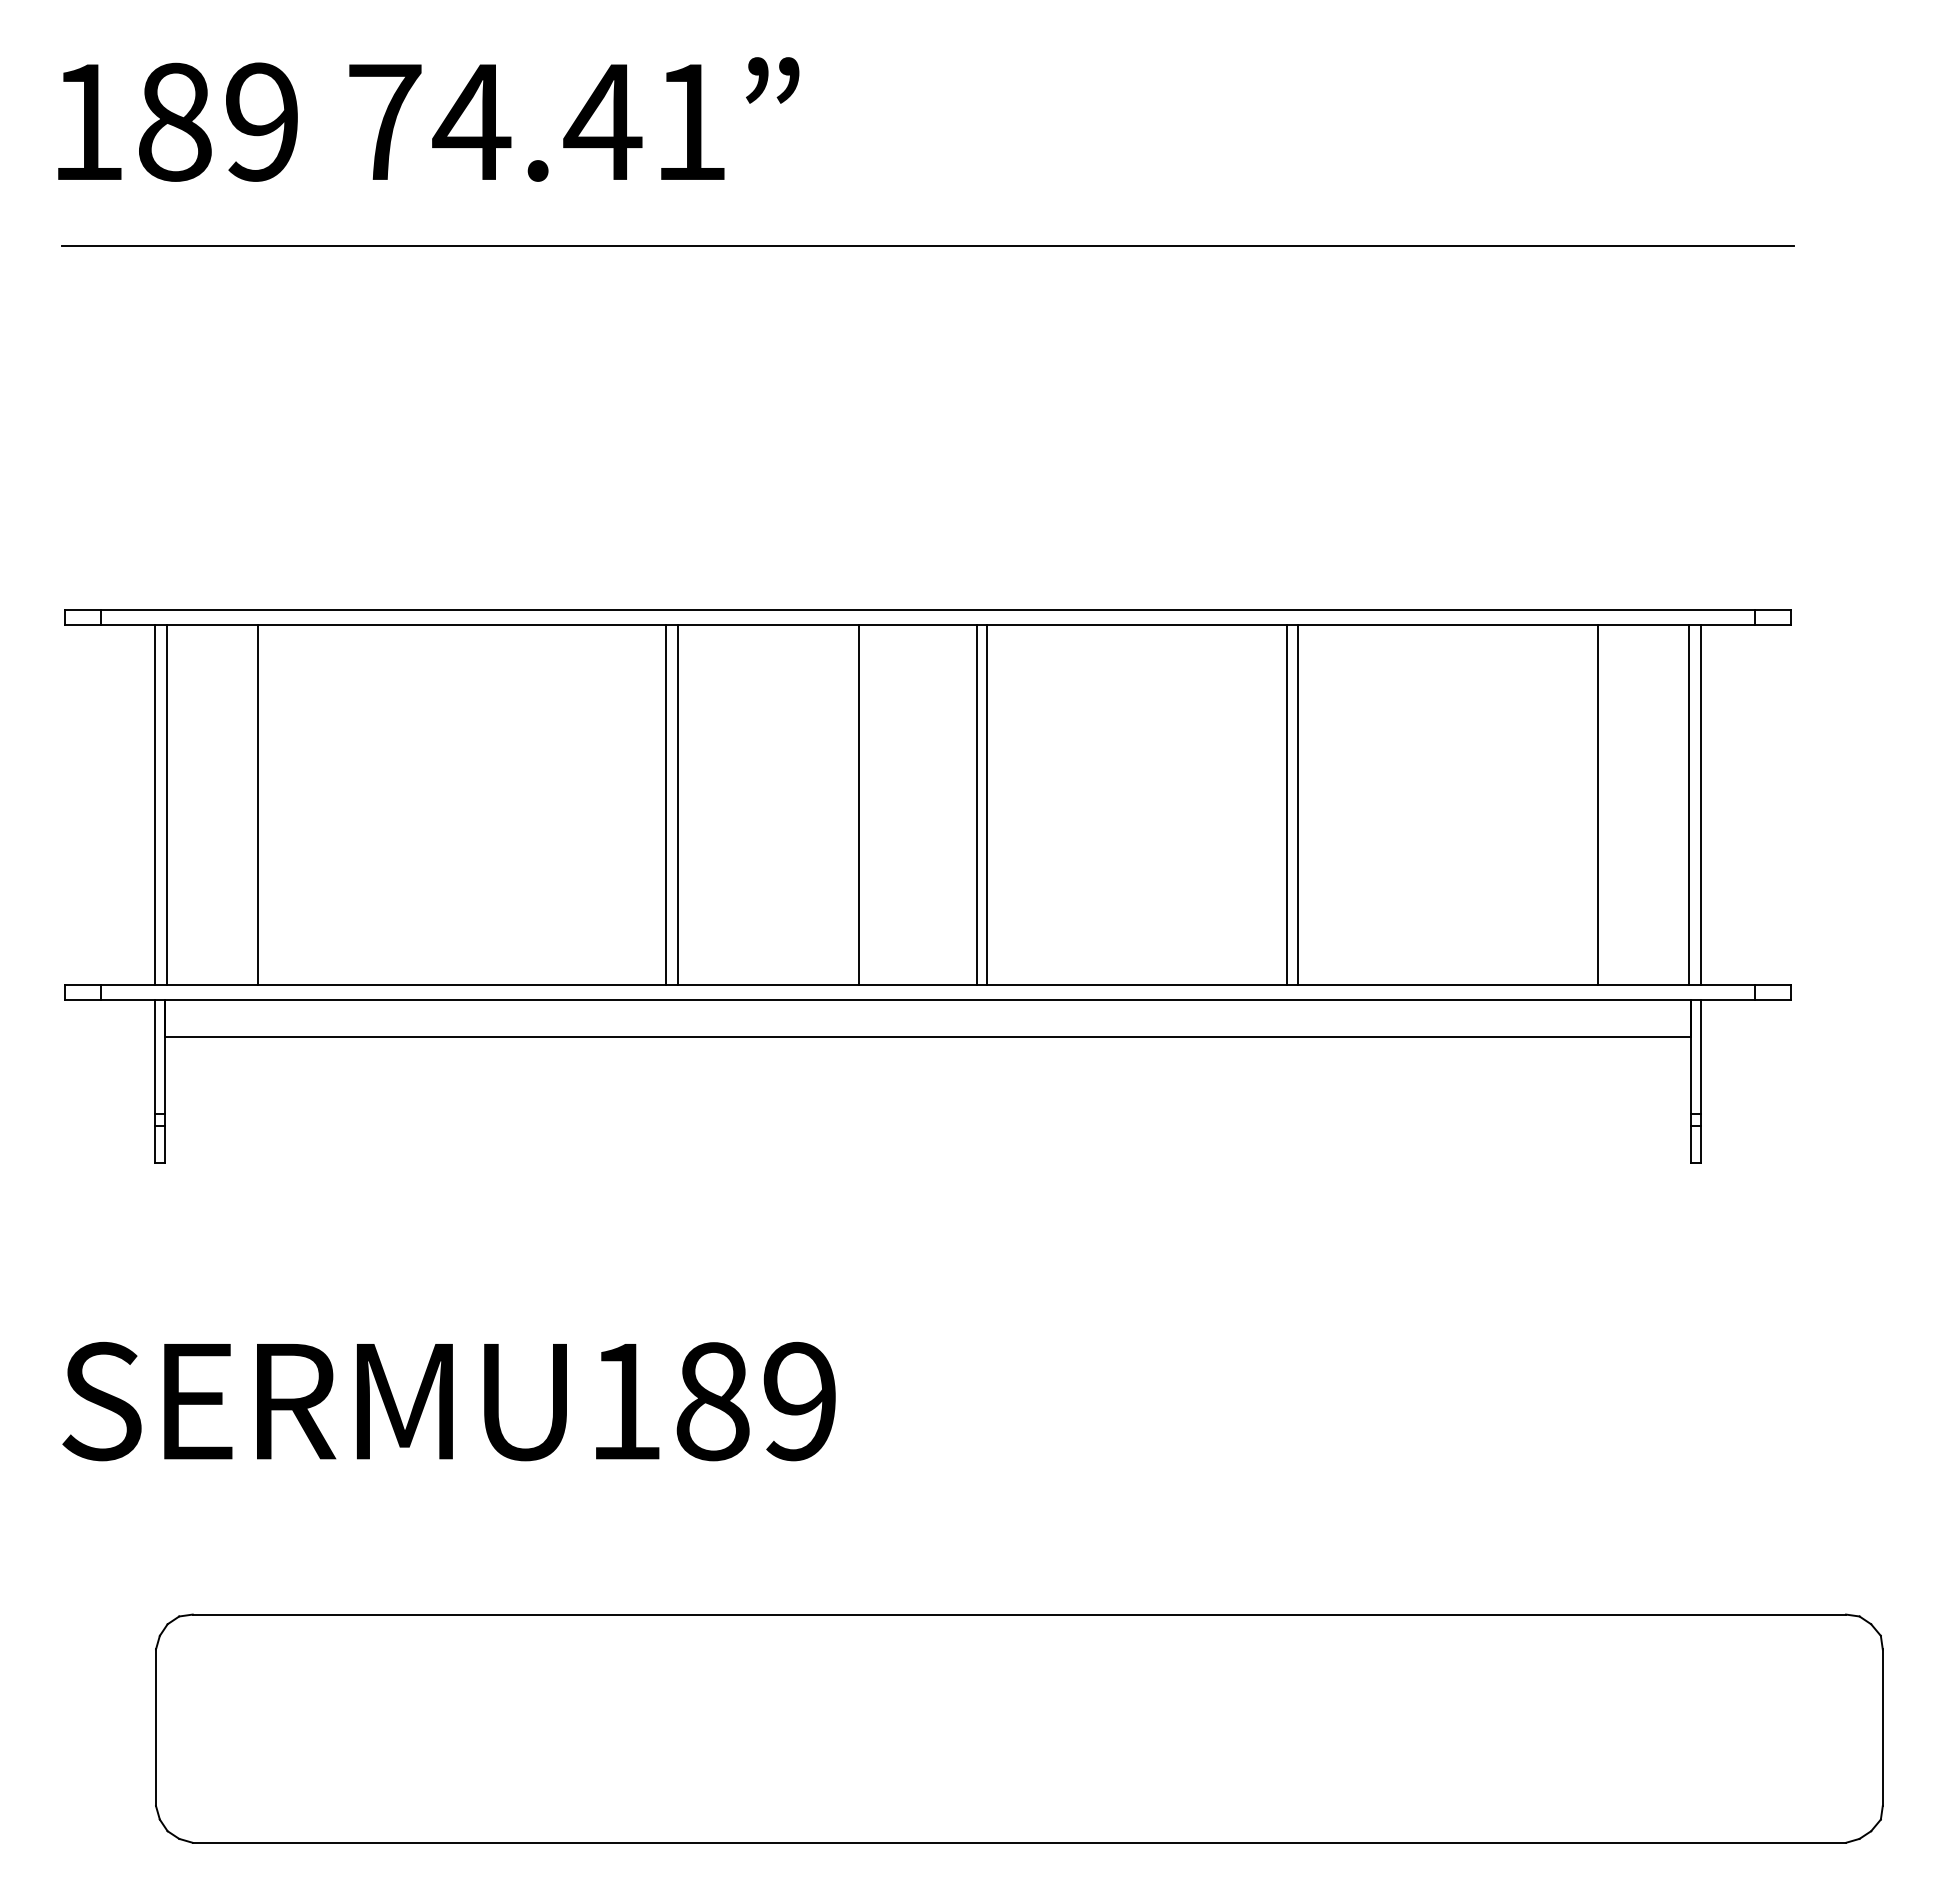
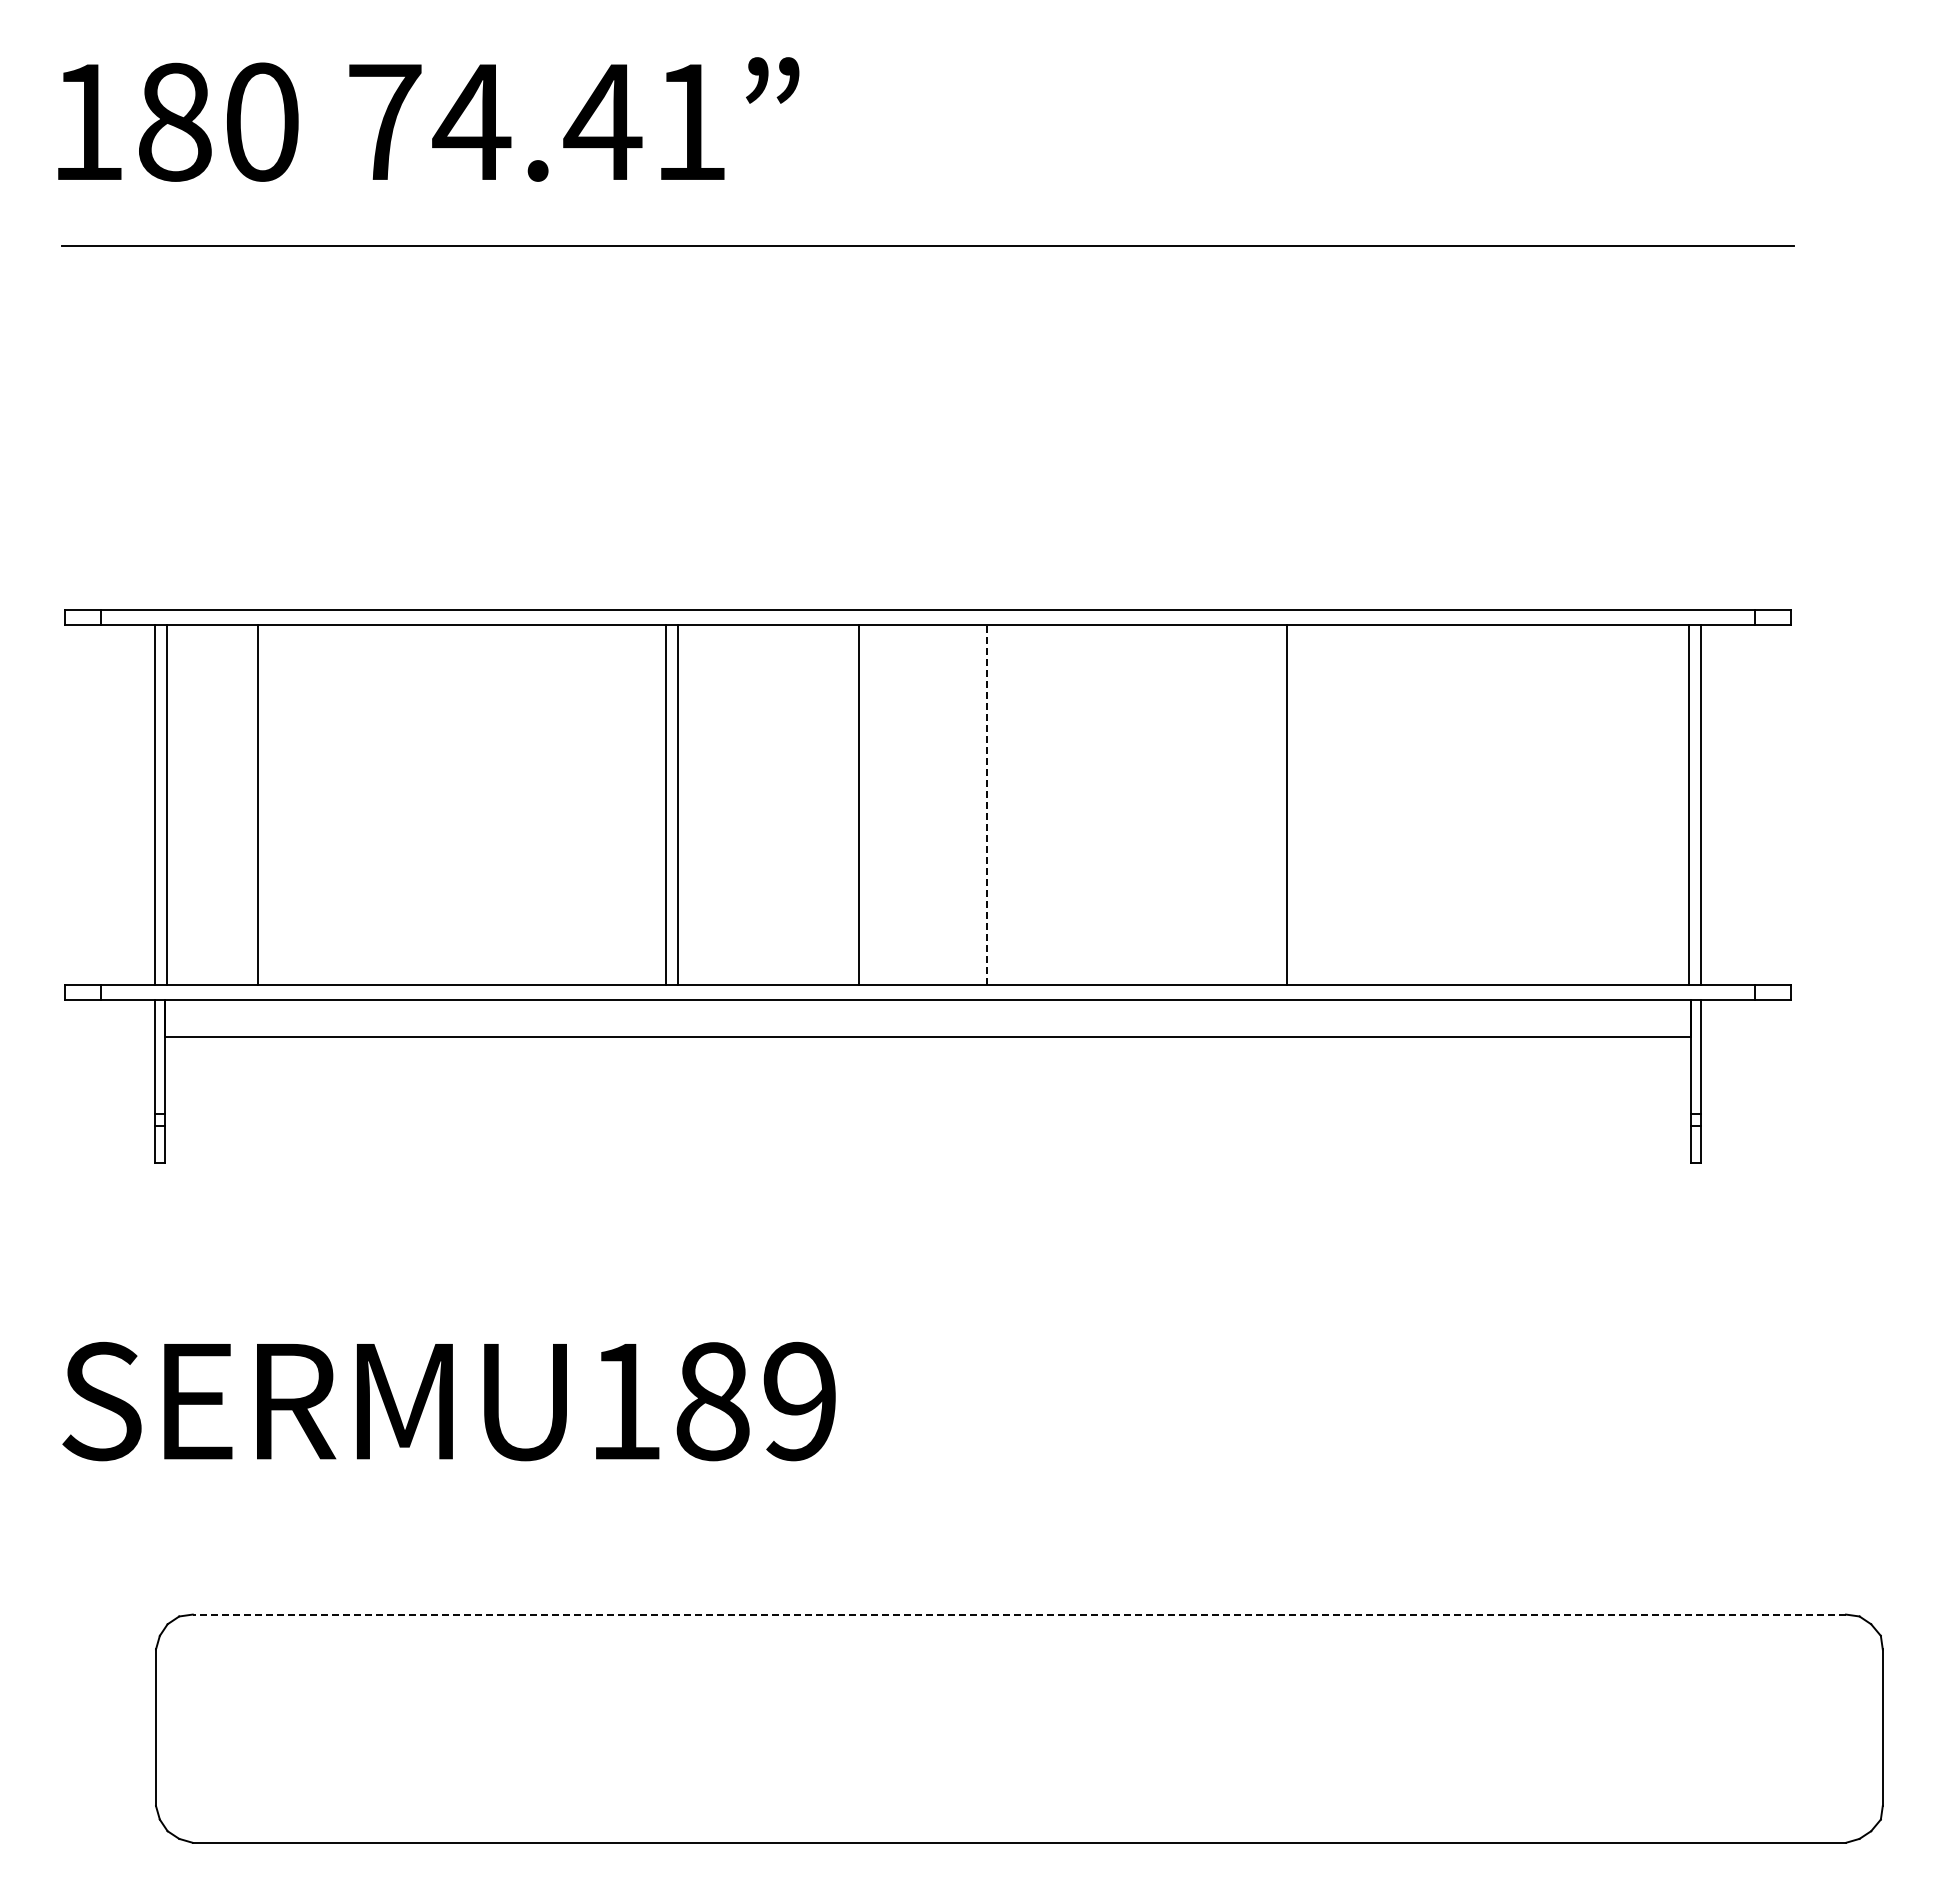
text at (262, 121): 189 -> 180
line at (977, 804): present -> none
line at (1298, 804): present -> none
line at (1598, 804): present -> none
line at (986, 805): solid -> dashed
line at (1019, 1614): solid -> dashed
